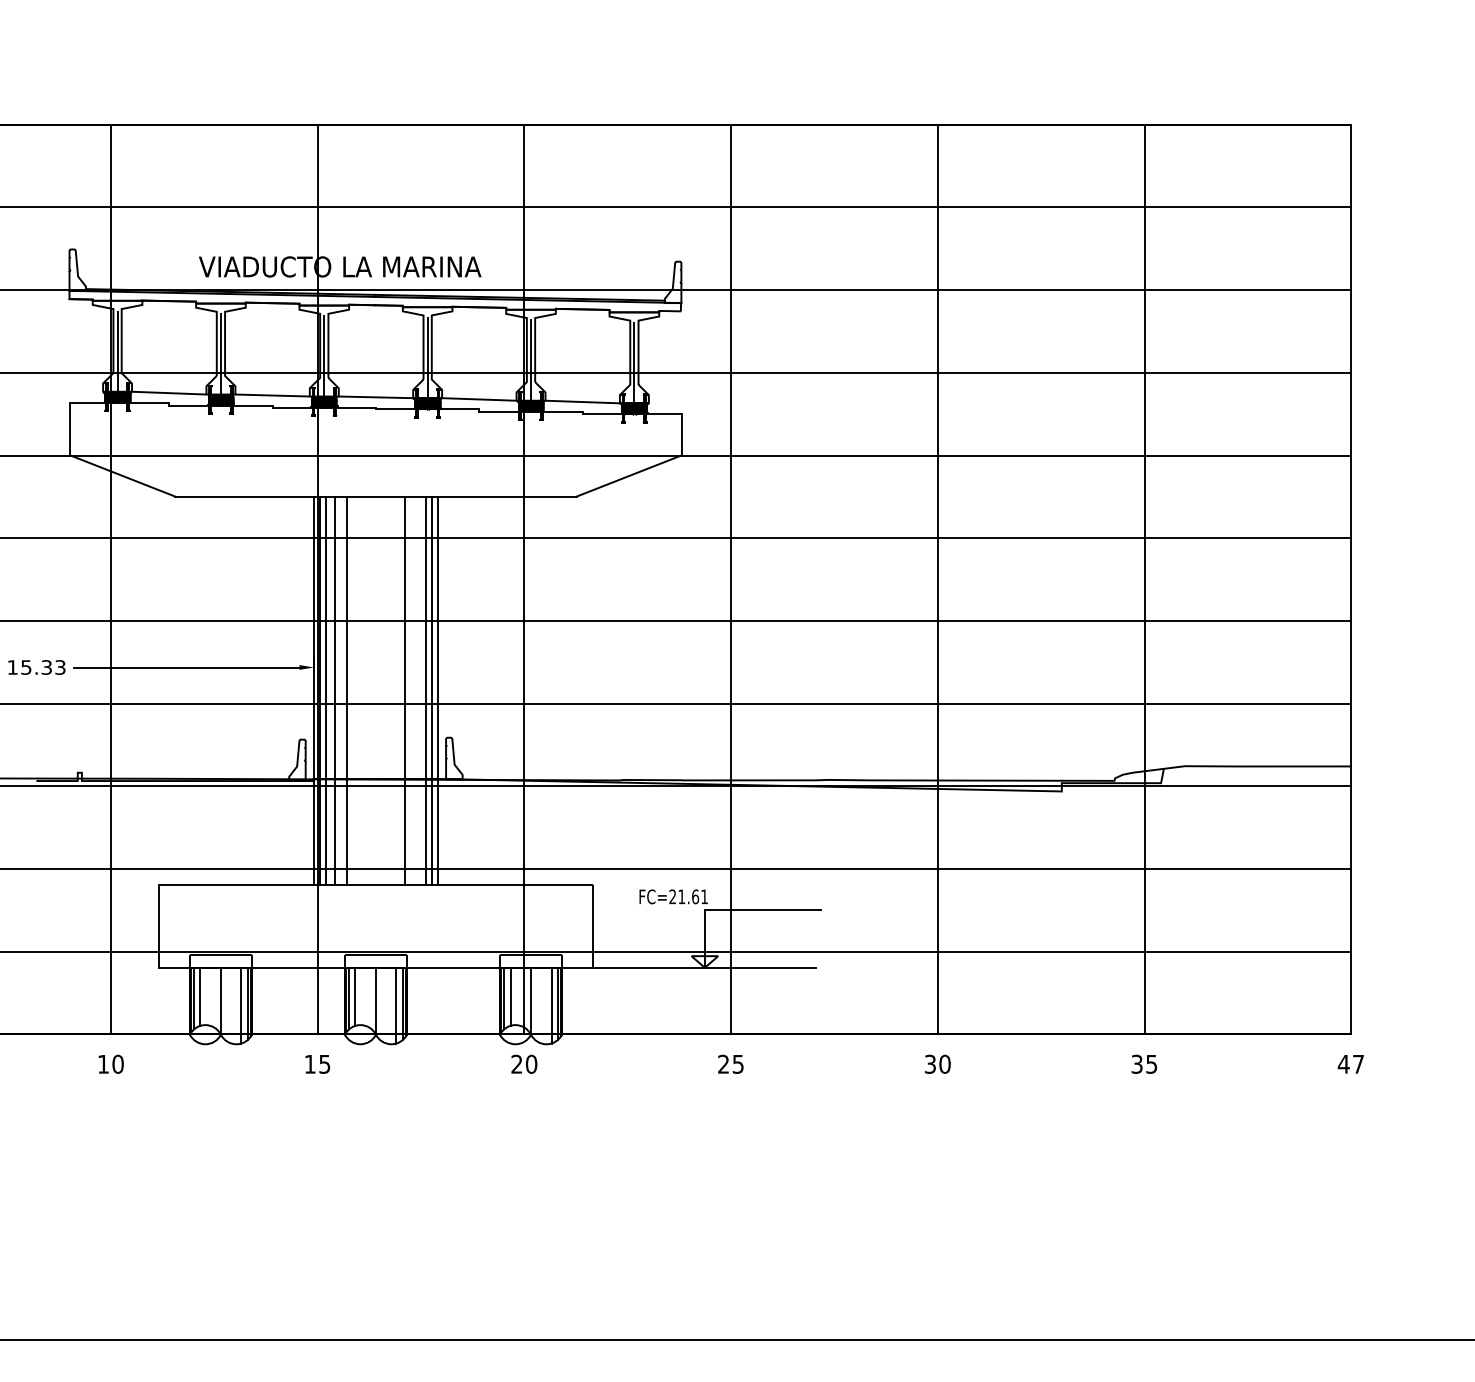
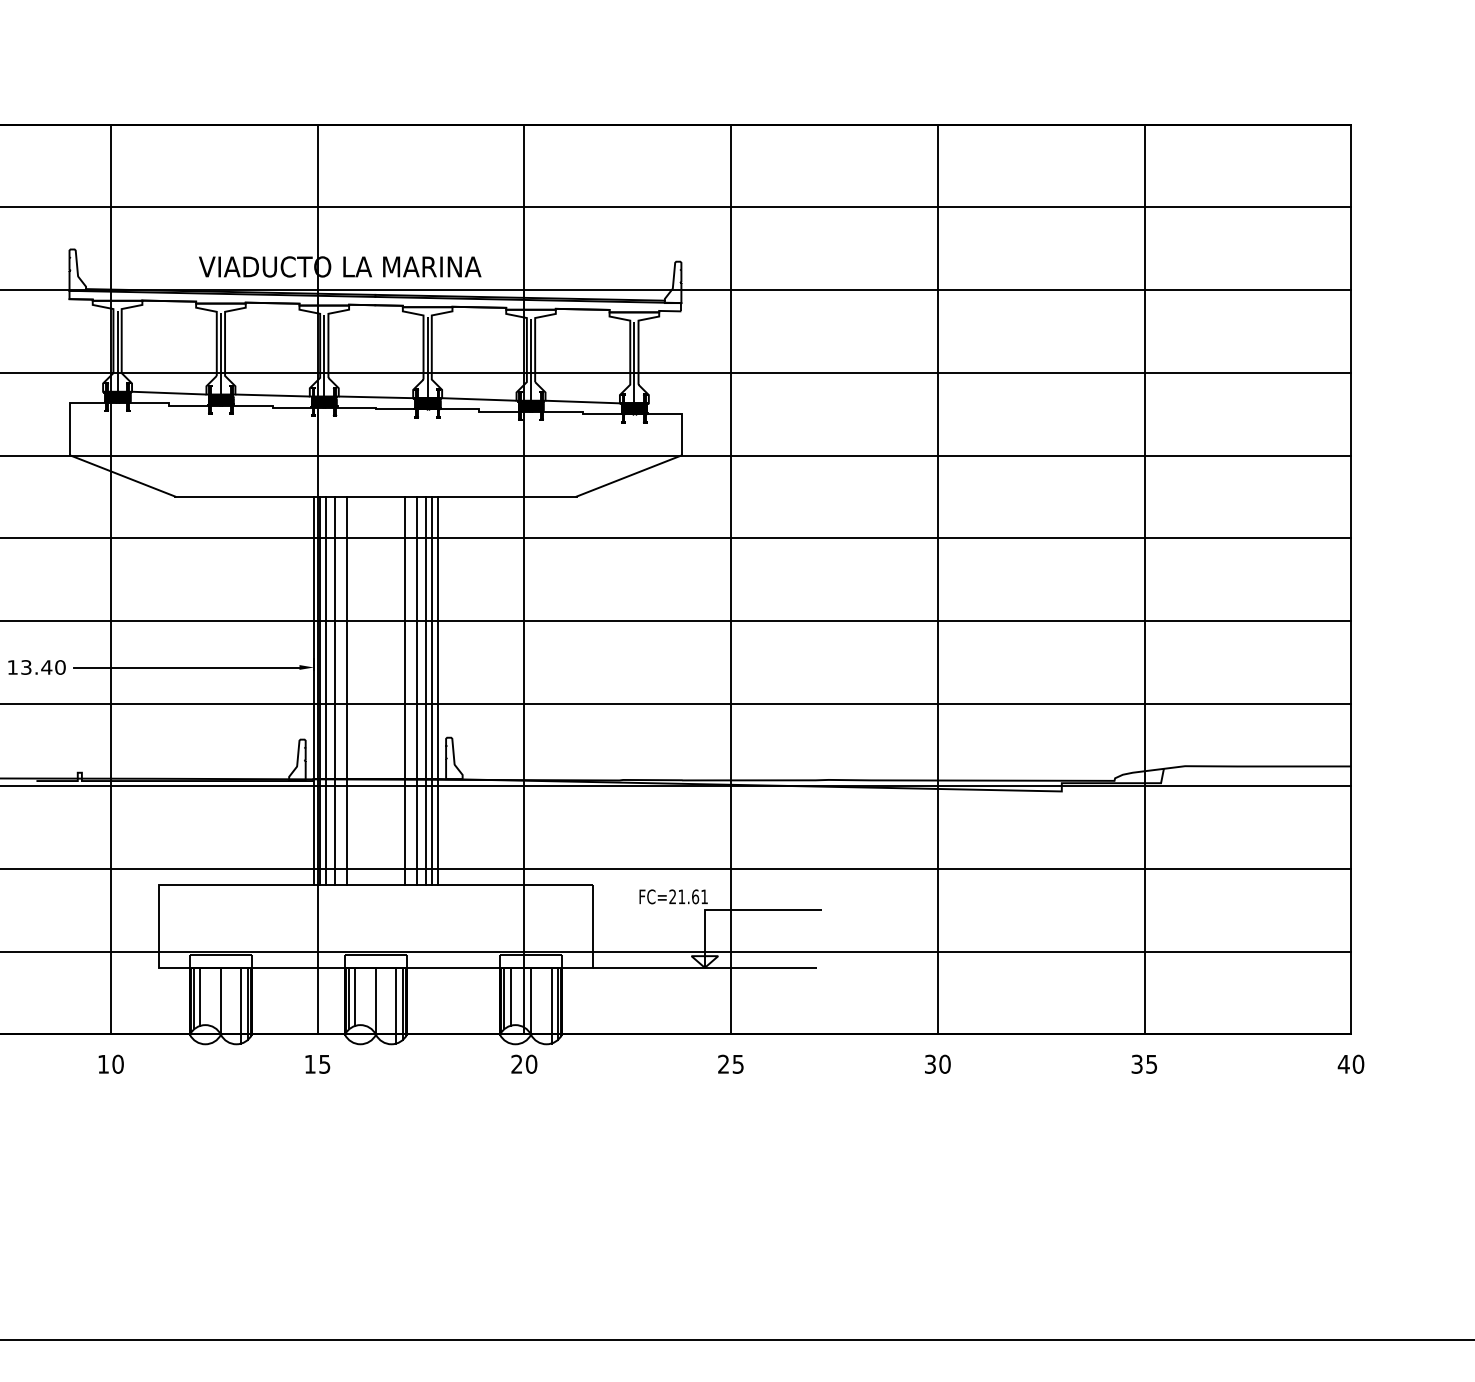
text at (43, 667): 15.33 -> 13.40
line at (417, 690): none -> present
text at (1358, 1063): 47 -> 40
